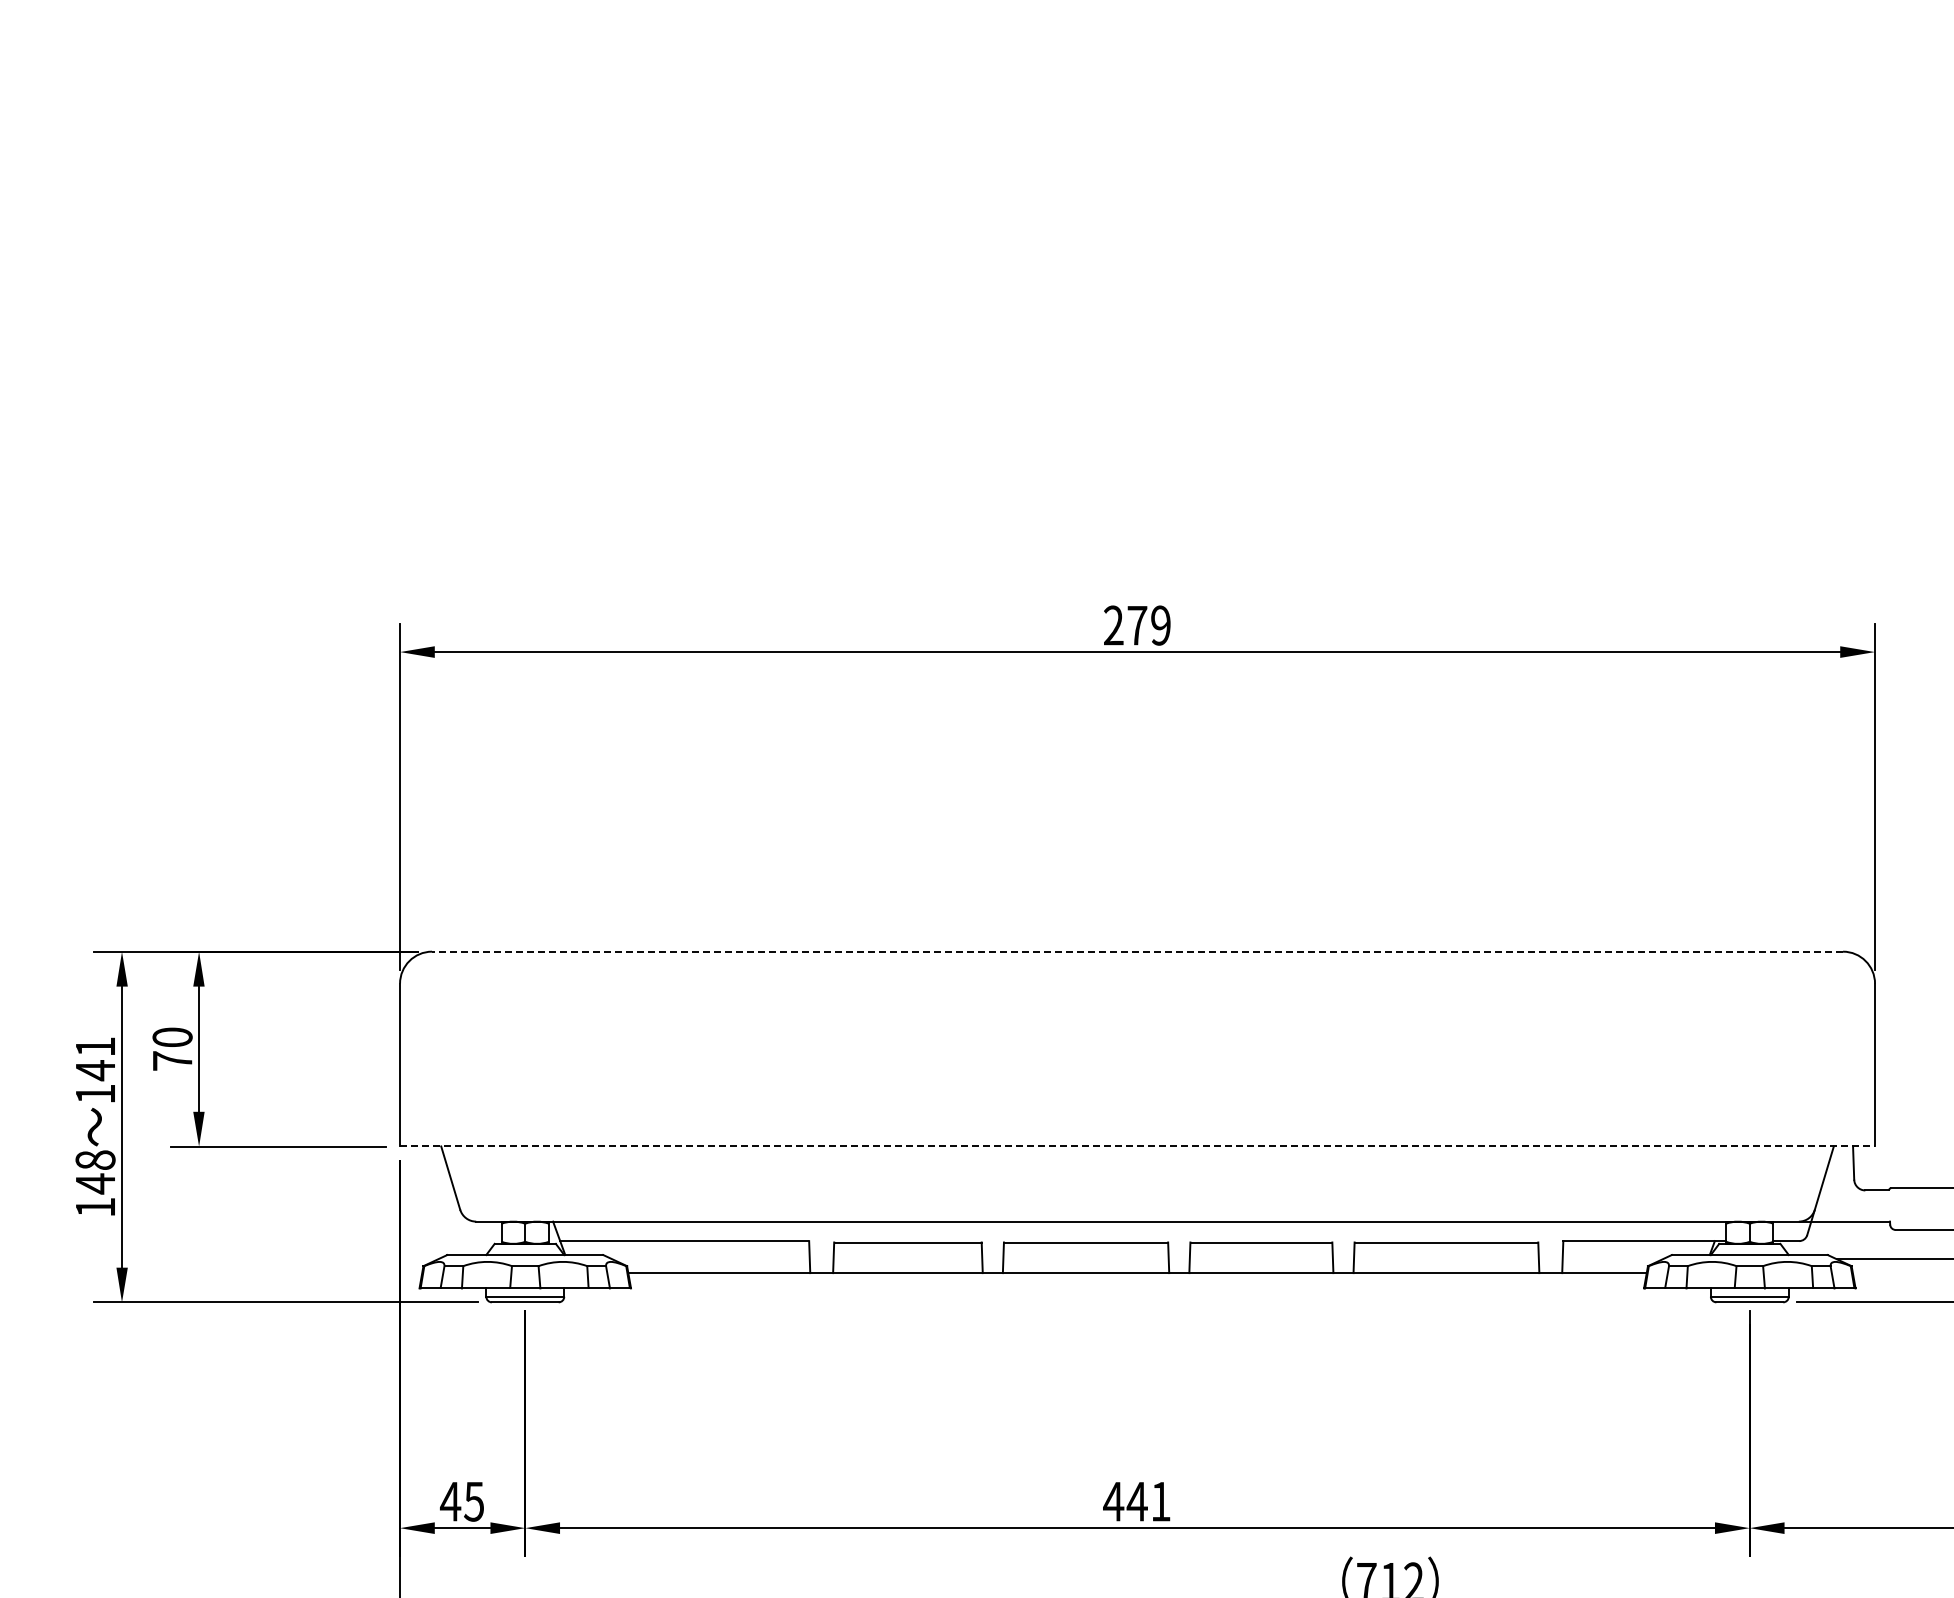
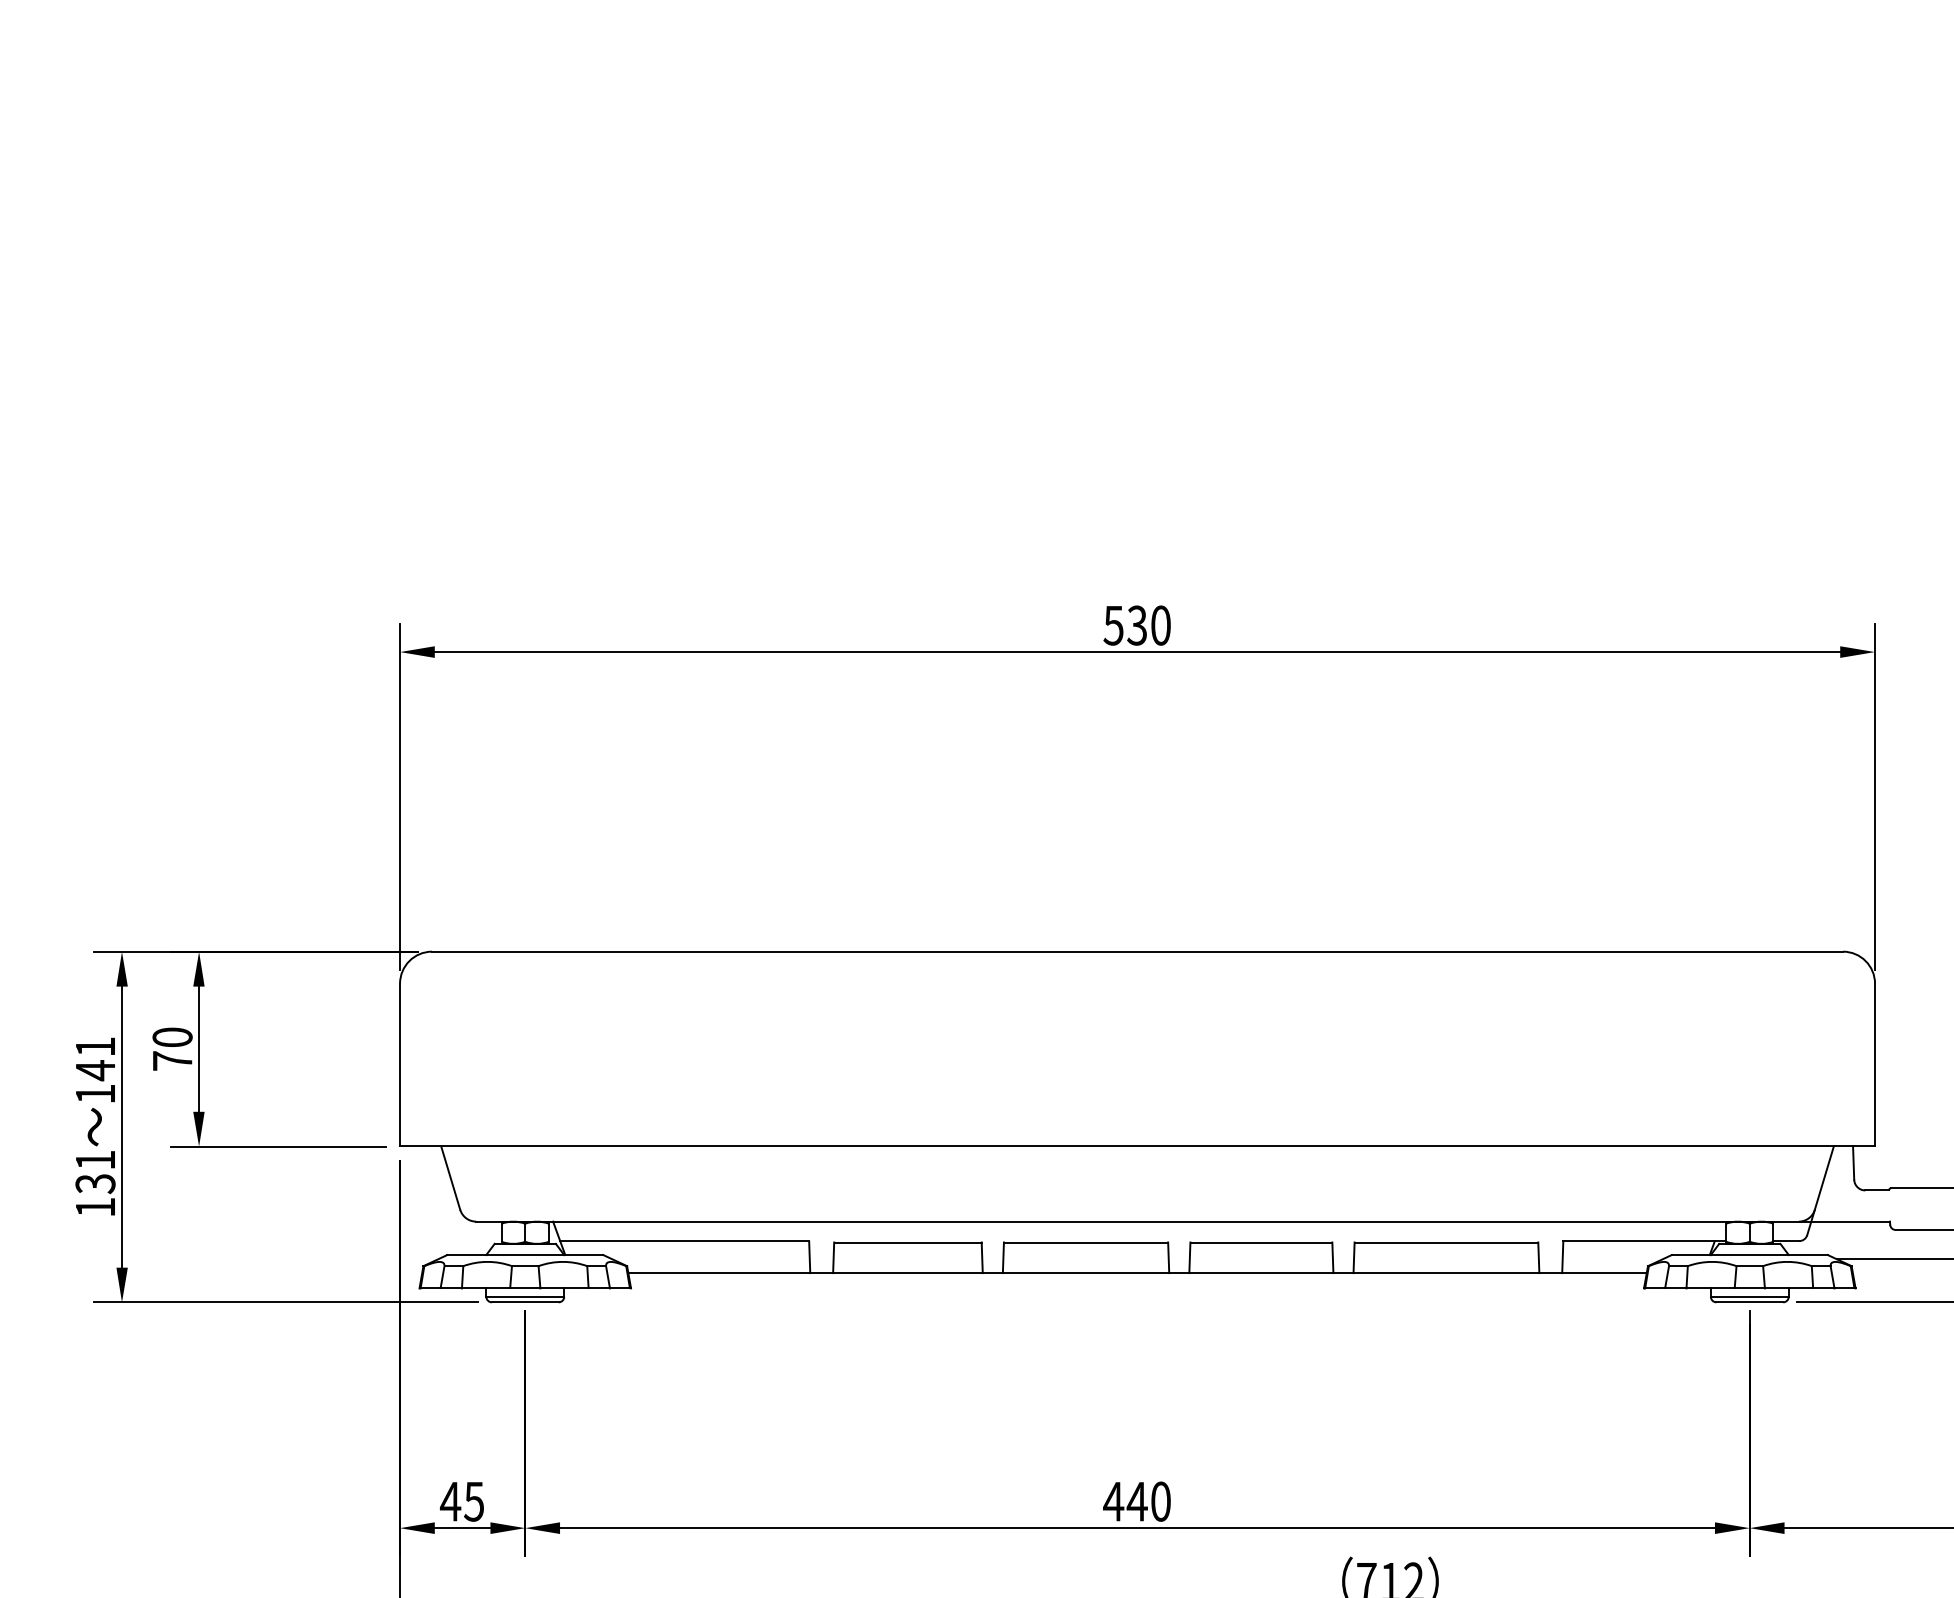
text at (1136, 625): 279 -> 530
line at (1137, 951): dashed -> solid
line at (1138, 1146): dashed -> solid
text at (95, 1172): 148 -> 131
text at (1160, 1501): 441 -> 440
